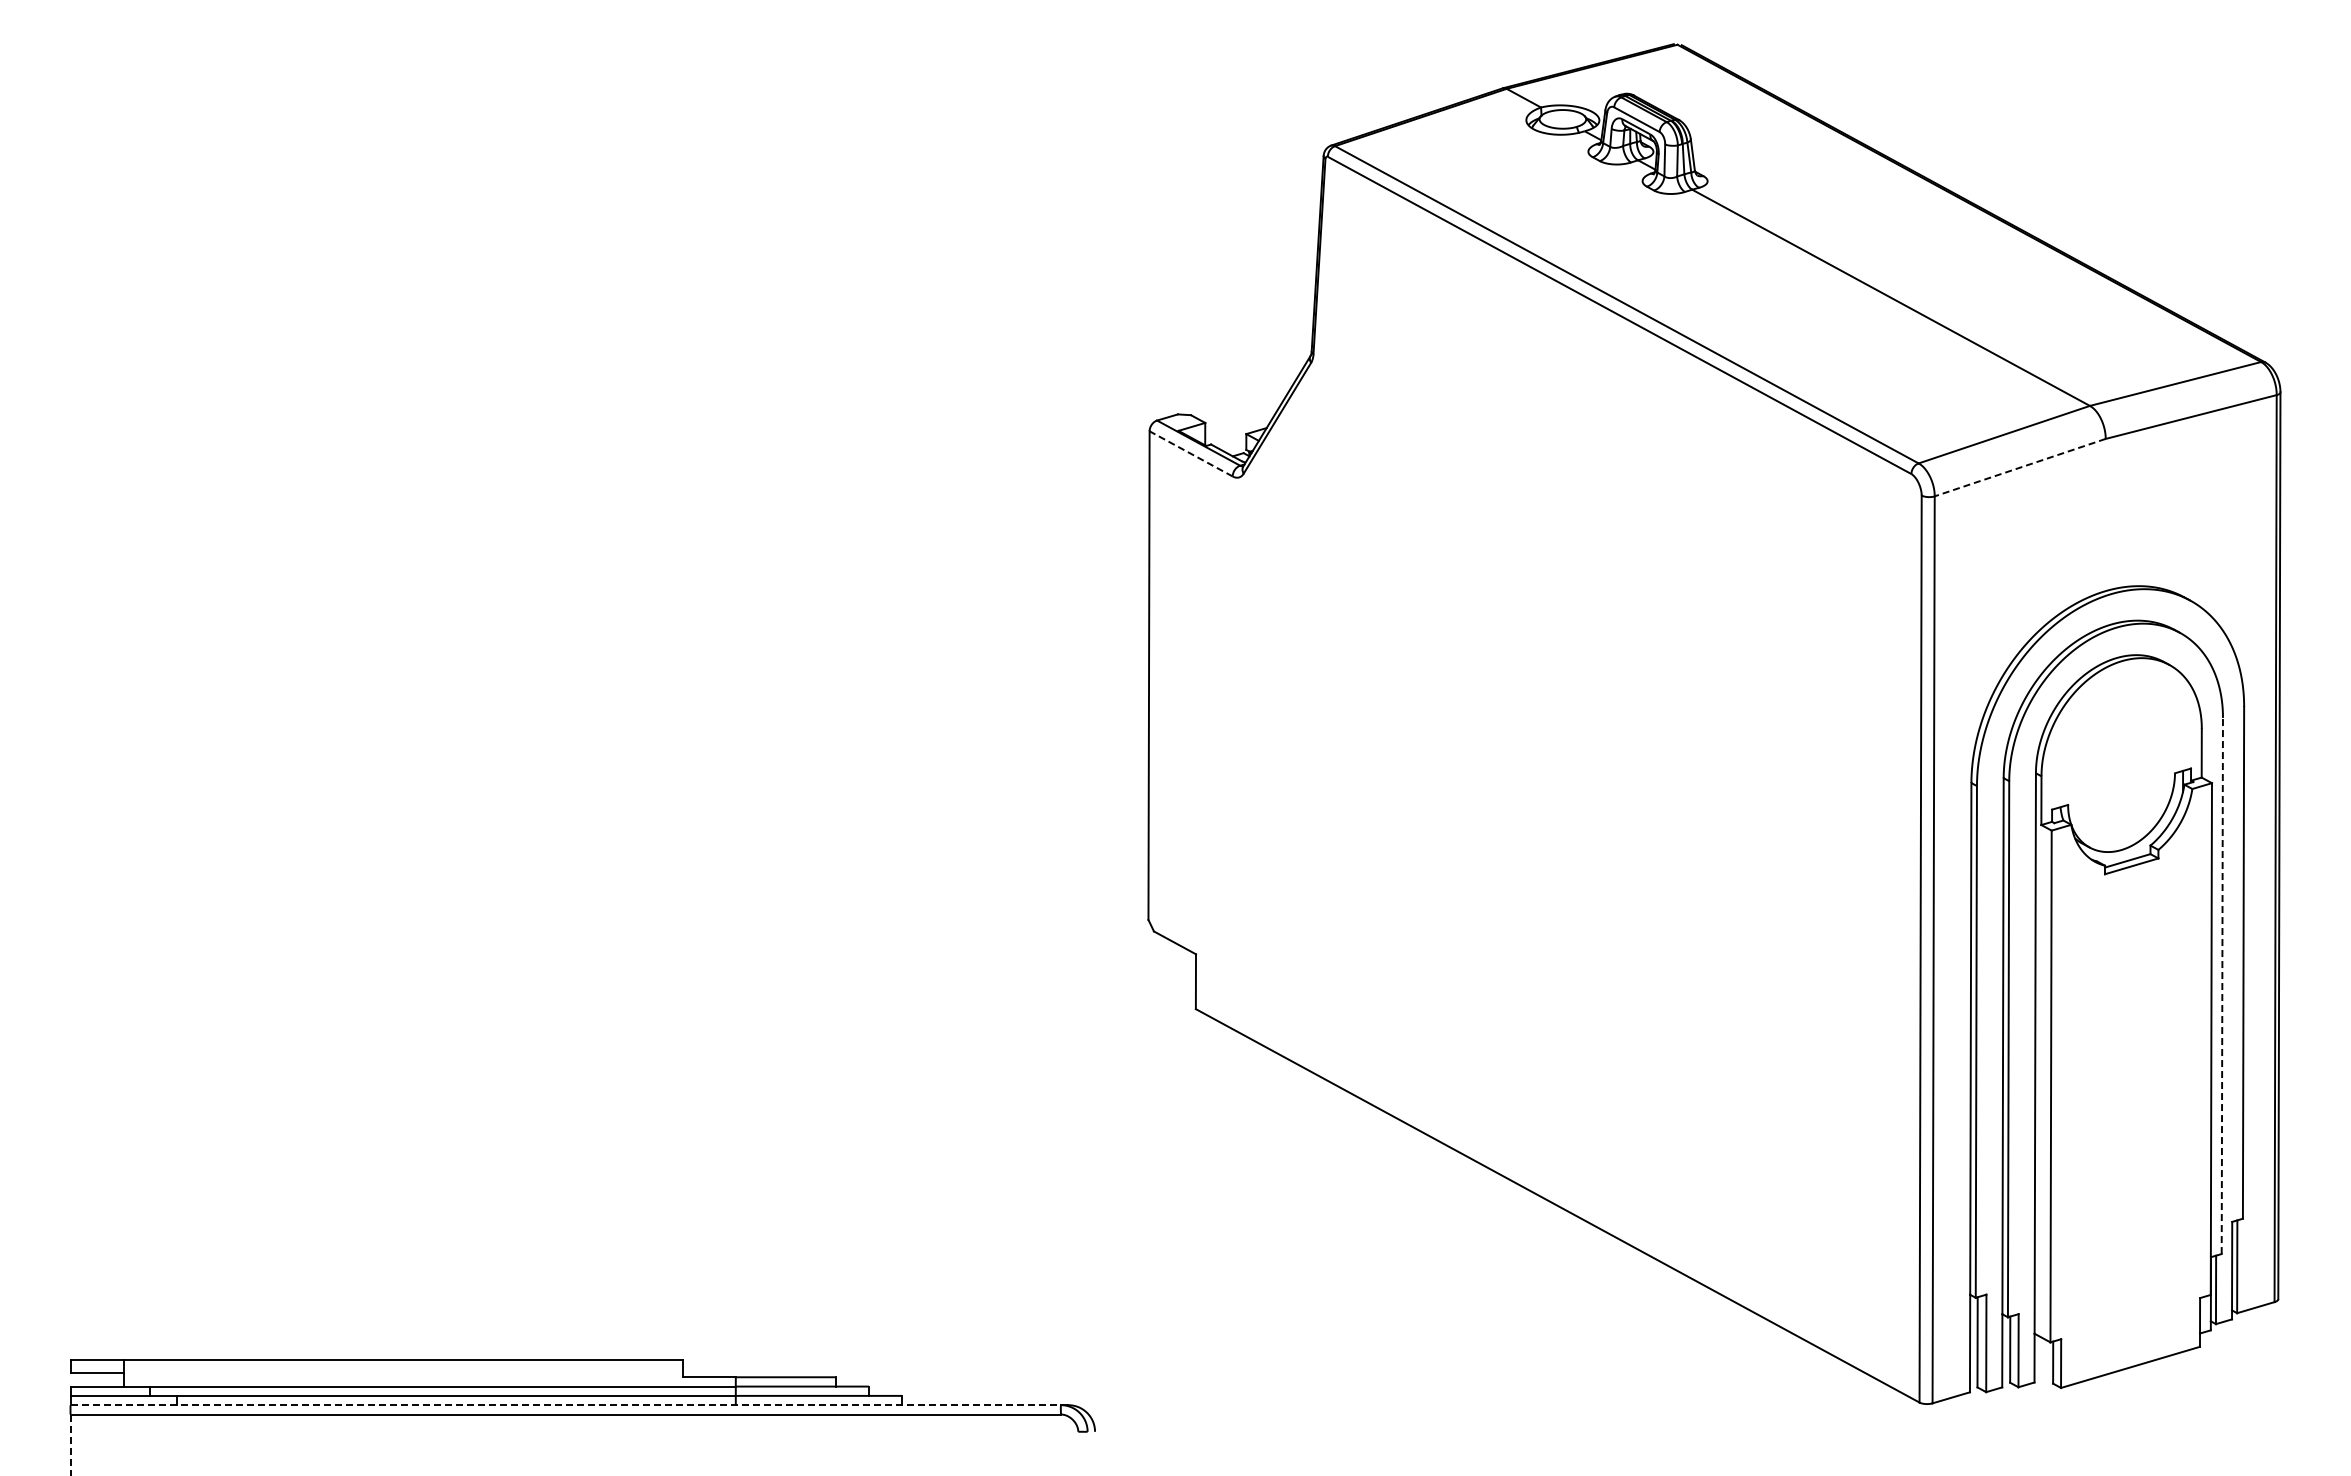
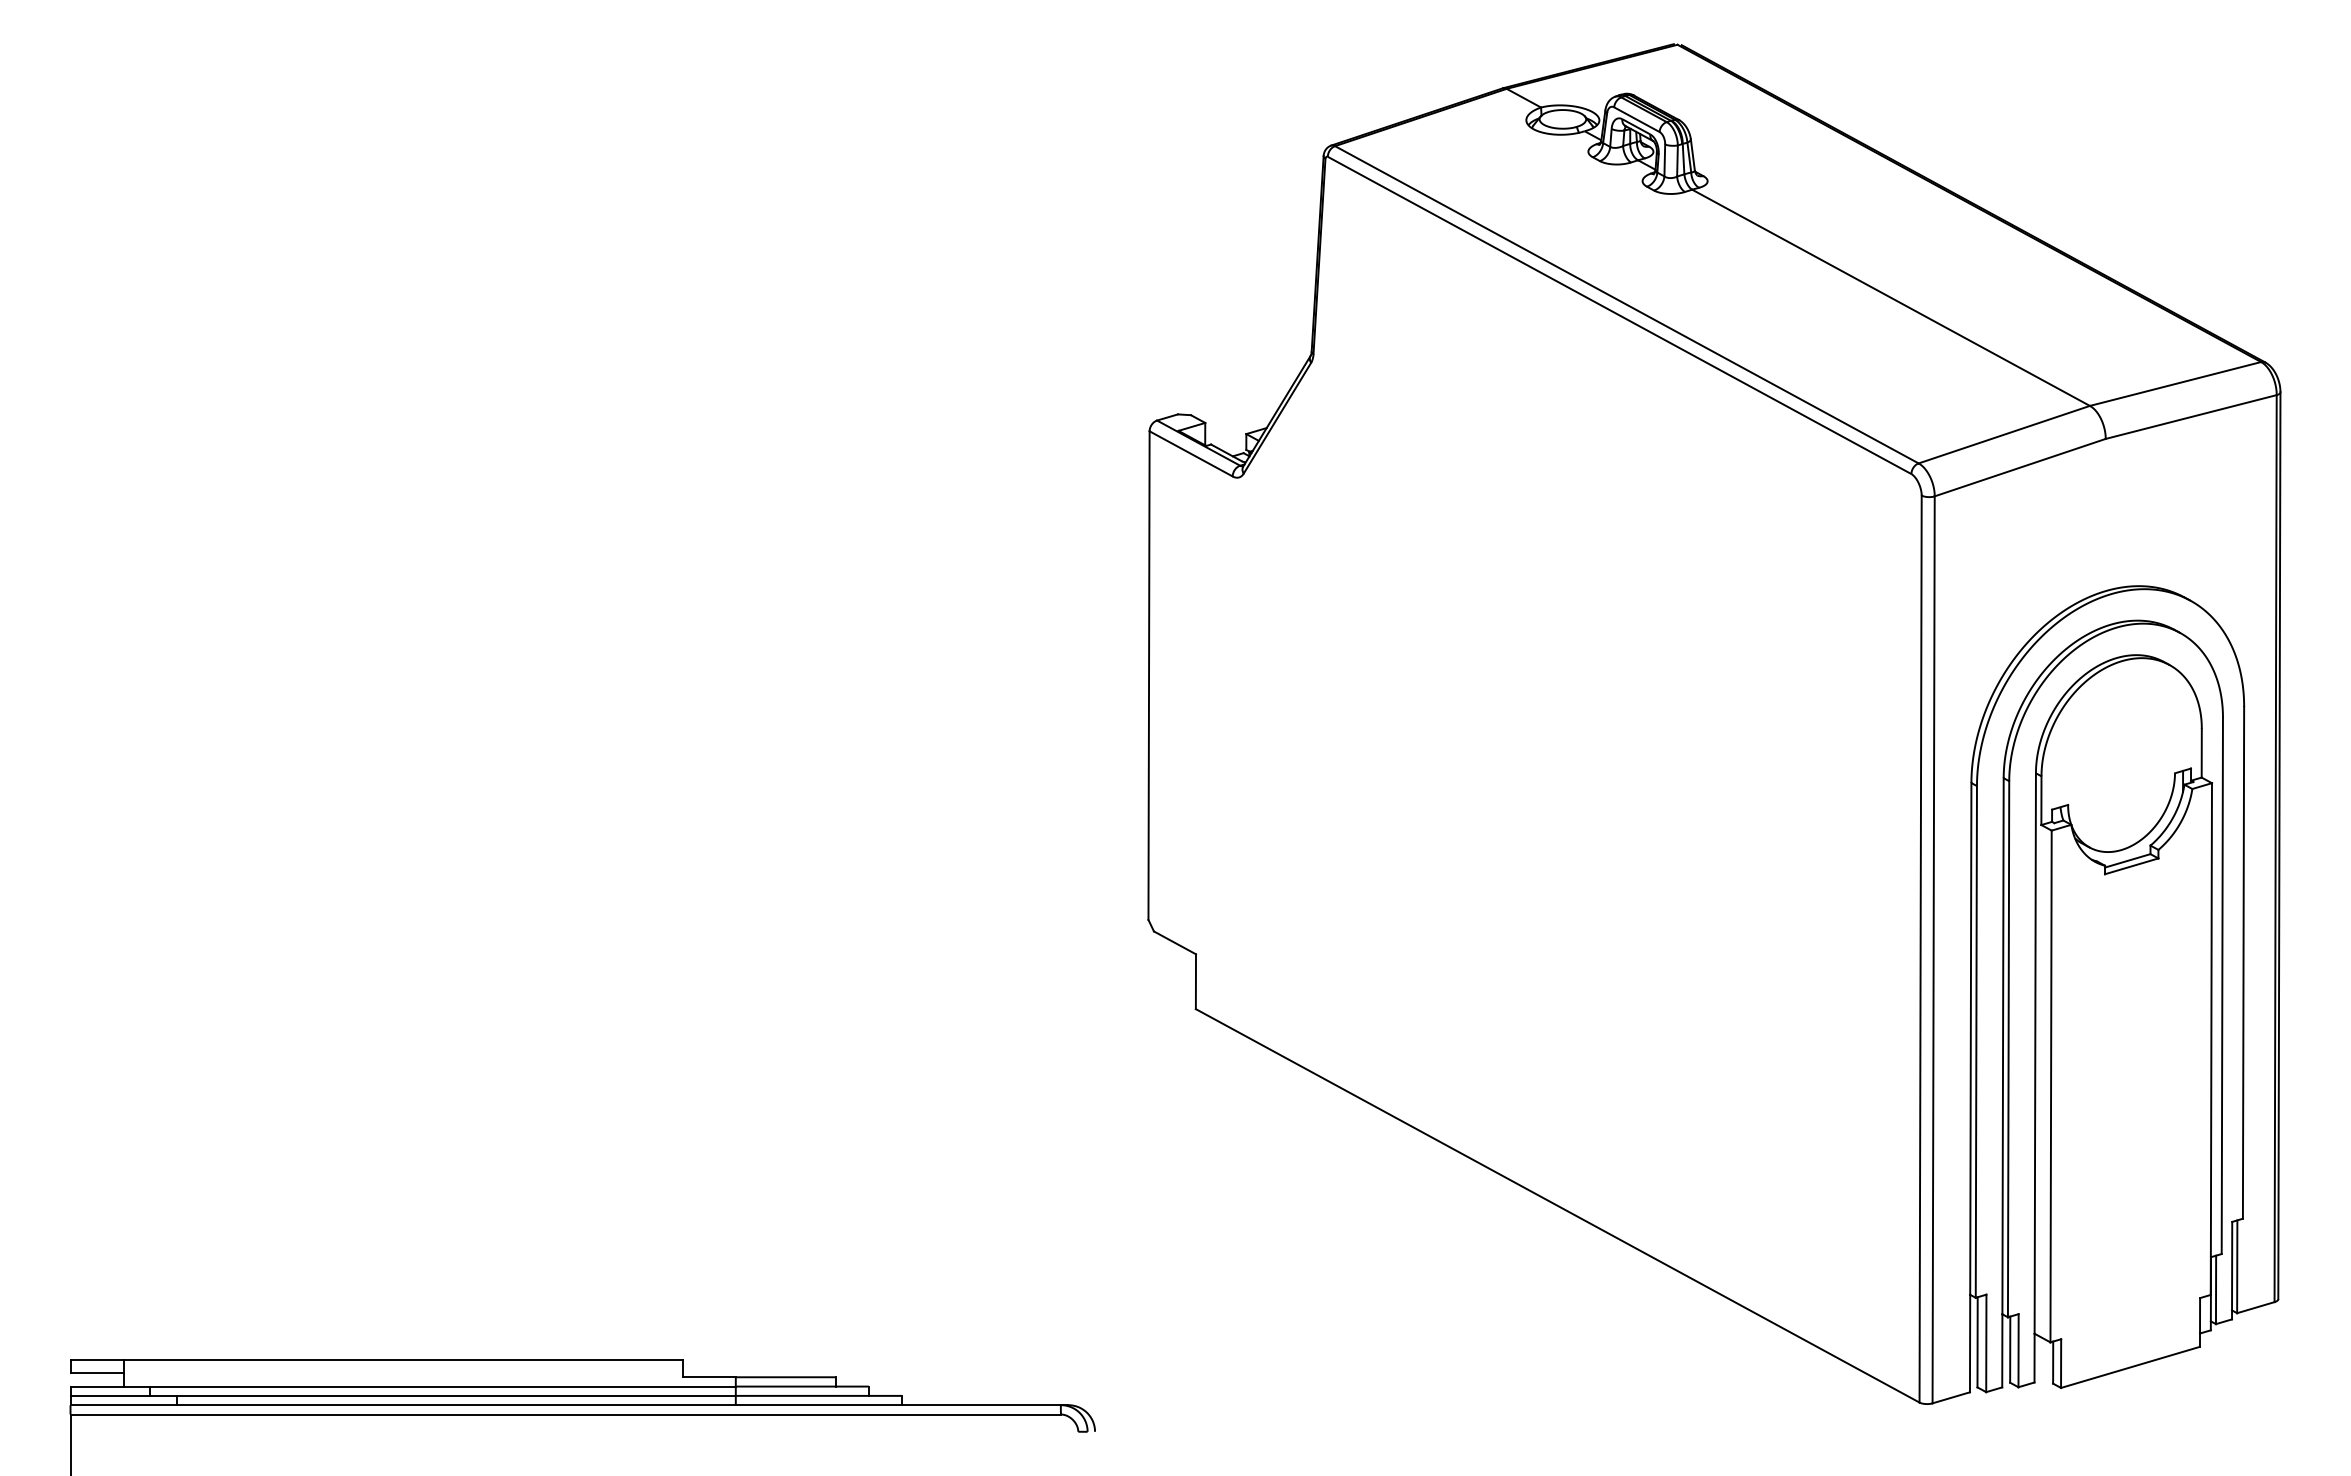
line at (1190, 453): dashed -> solid
line at (2019, 467): dashed -> solid
line at (2222, 985): dashed -> solid
line at (566, 1405): dashed -> solid
line at (70, 1445): dashed -> solid
